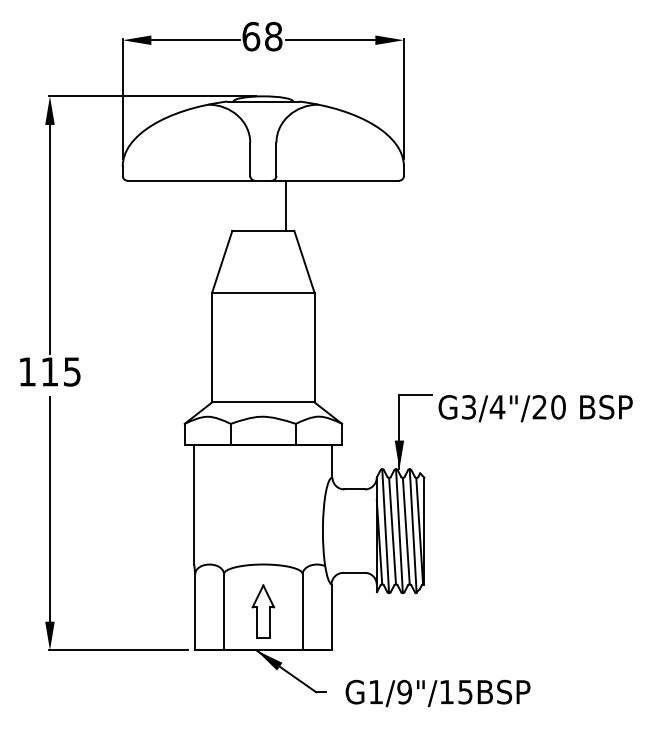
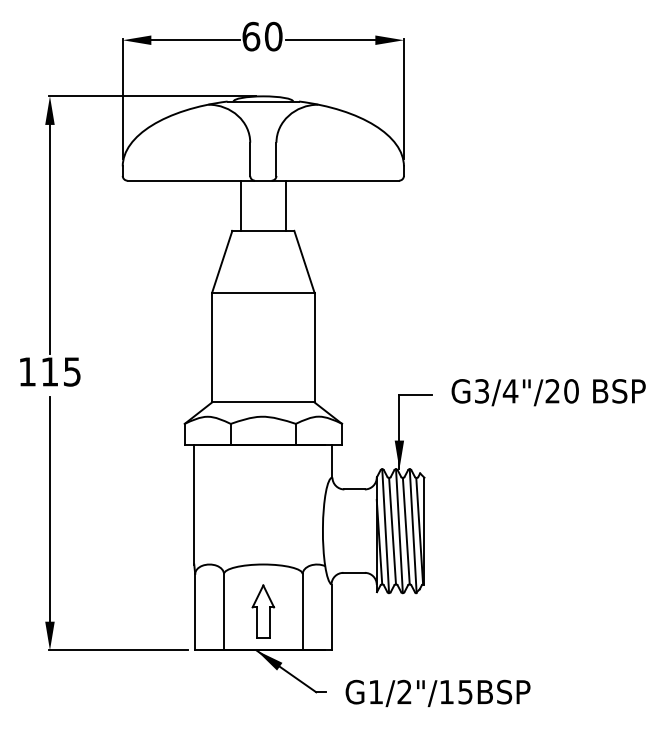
text at (273, 36): 68 -> 60
line at (240, 205): none -> present
text at (535, 408) position: (535, 408) -> (548, 392)
text at (404, 692): G1/9"/15BSP -> G1/2"/15BSP
